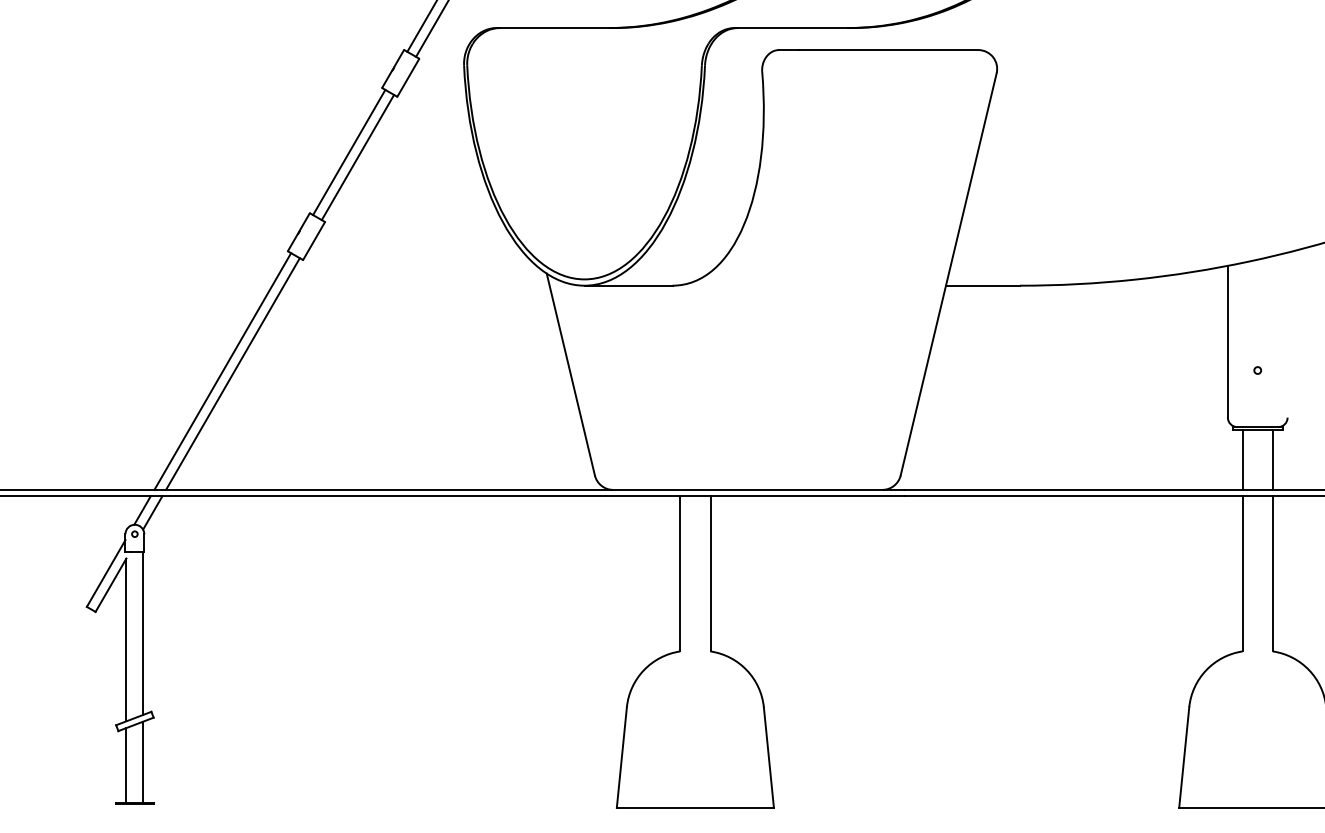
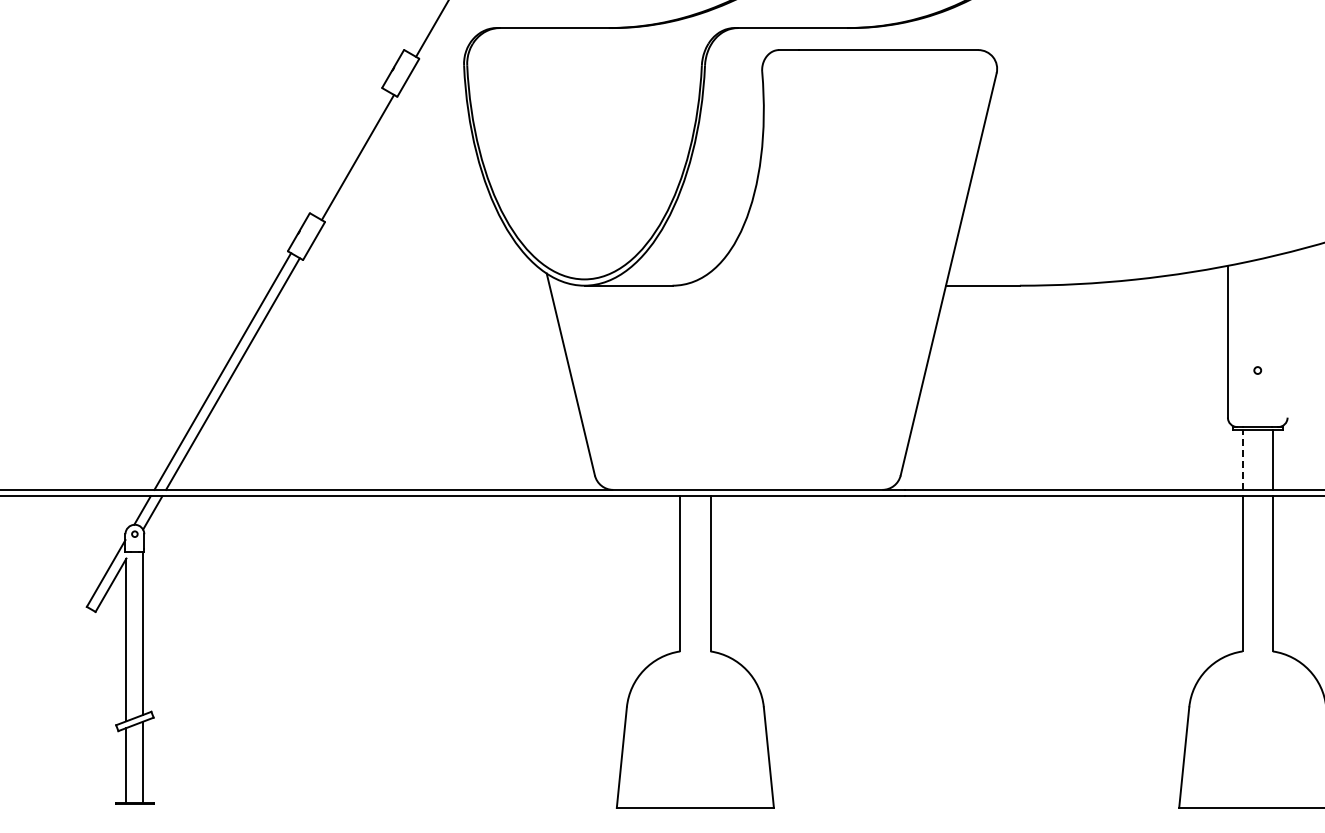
line at (421, 26): present -> none
line at (349, 152): present -> none
line at (1242, 459): solid -> dashed
